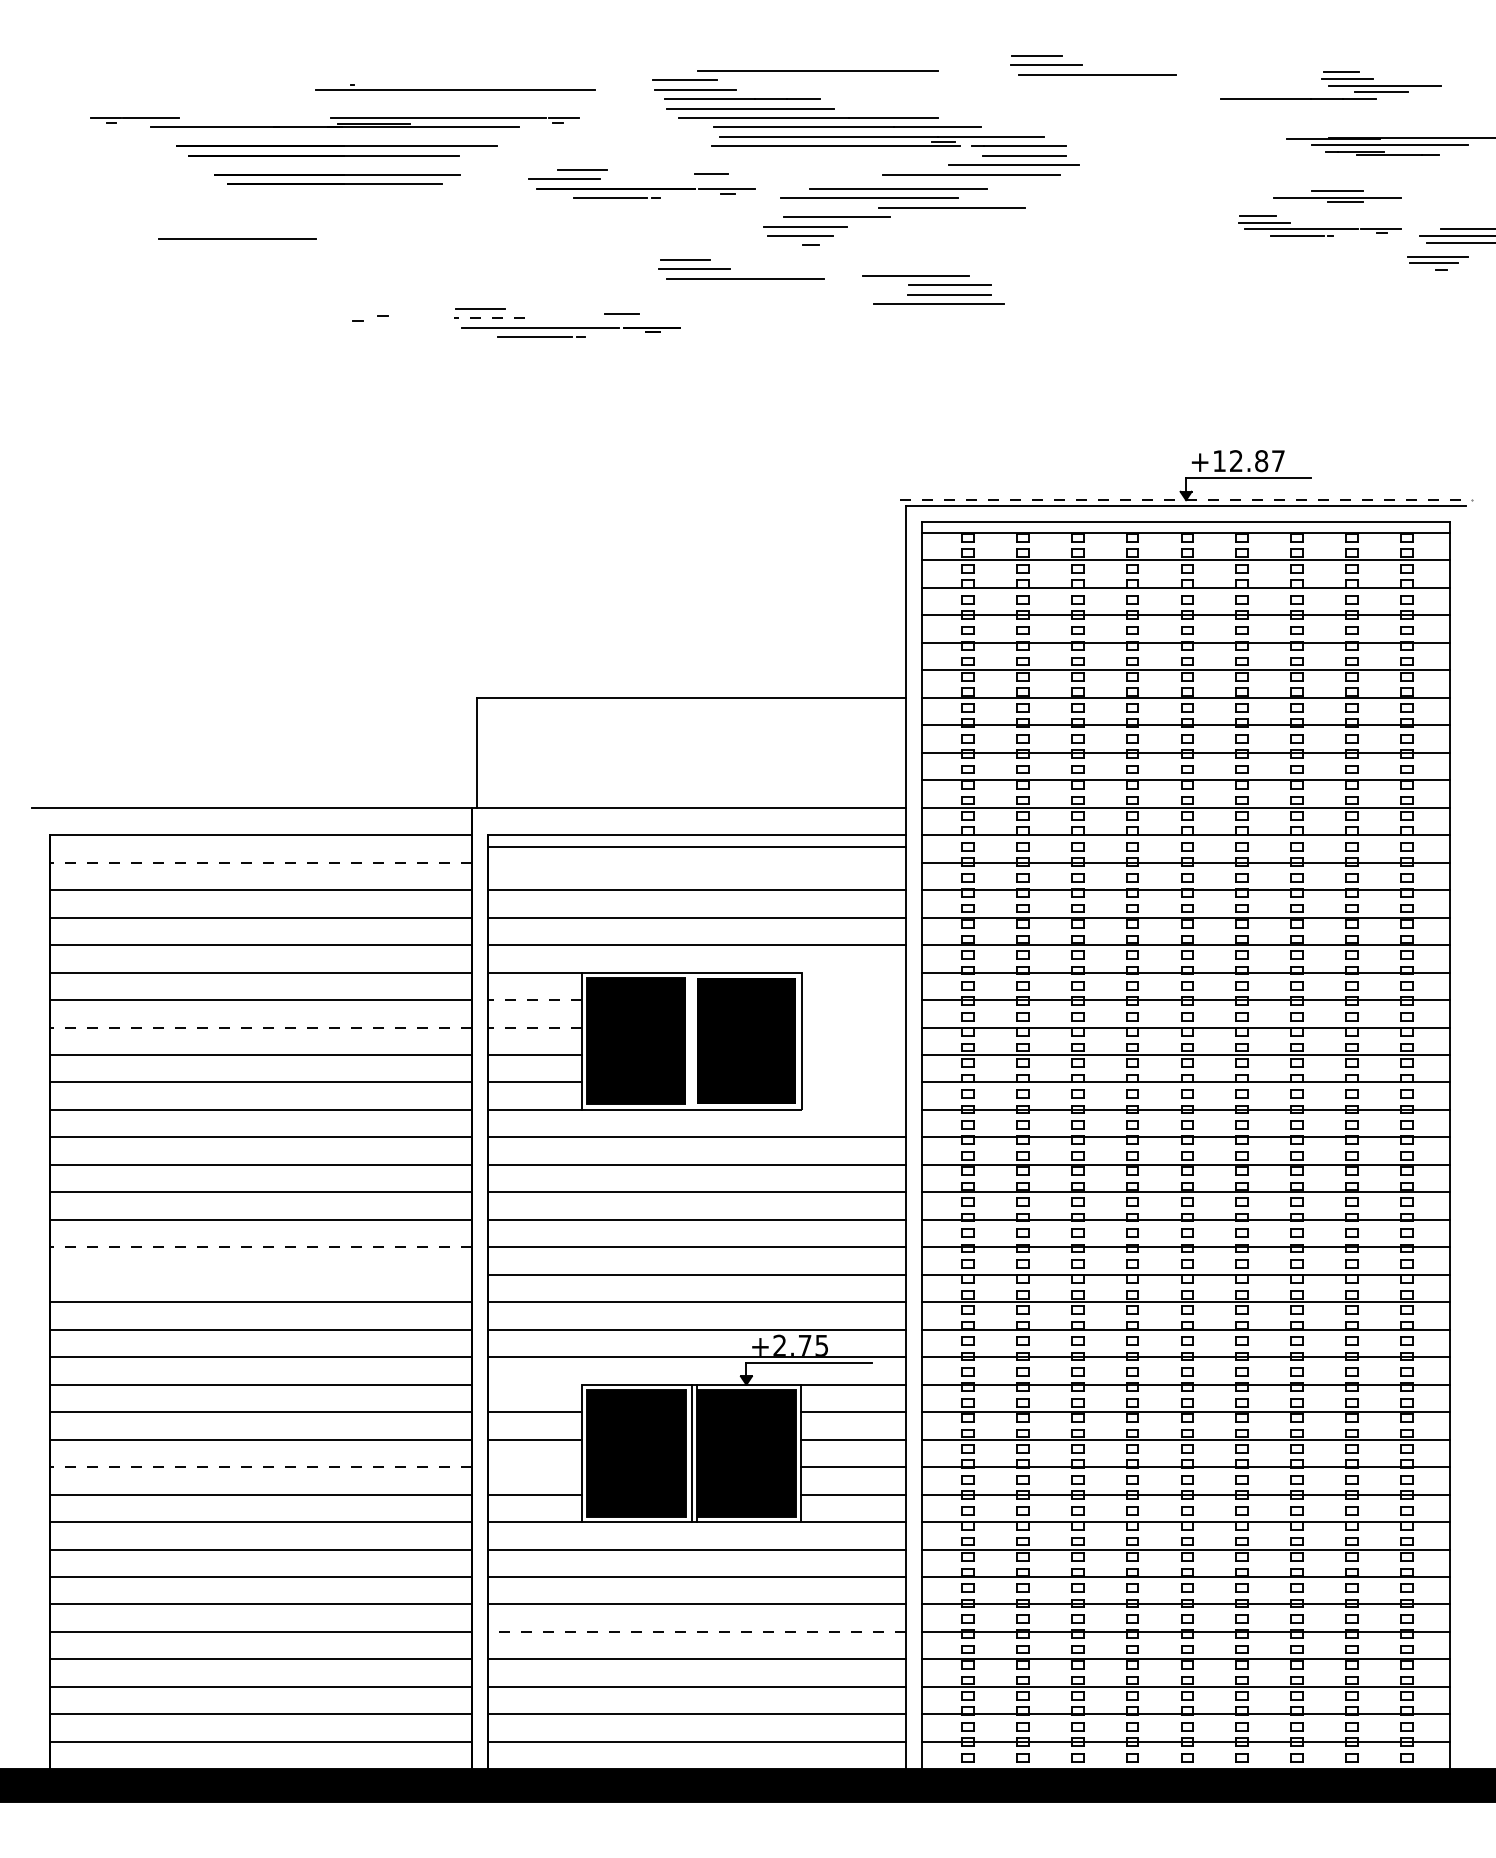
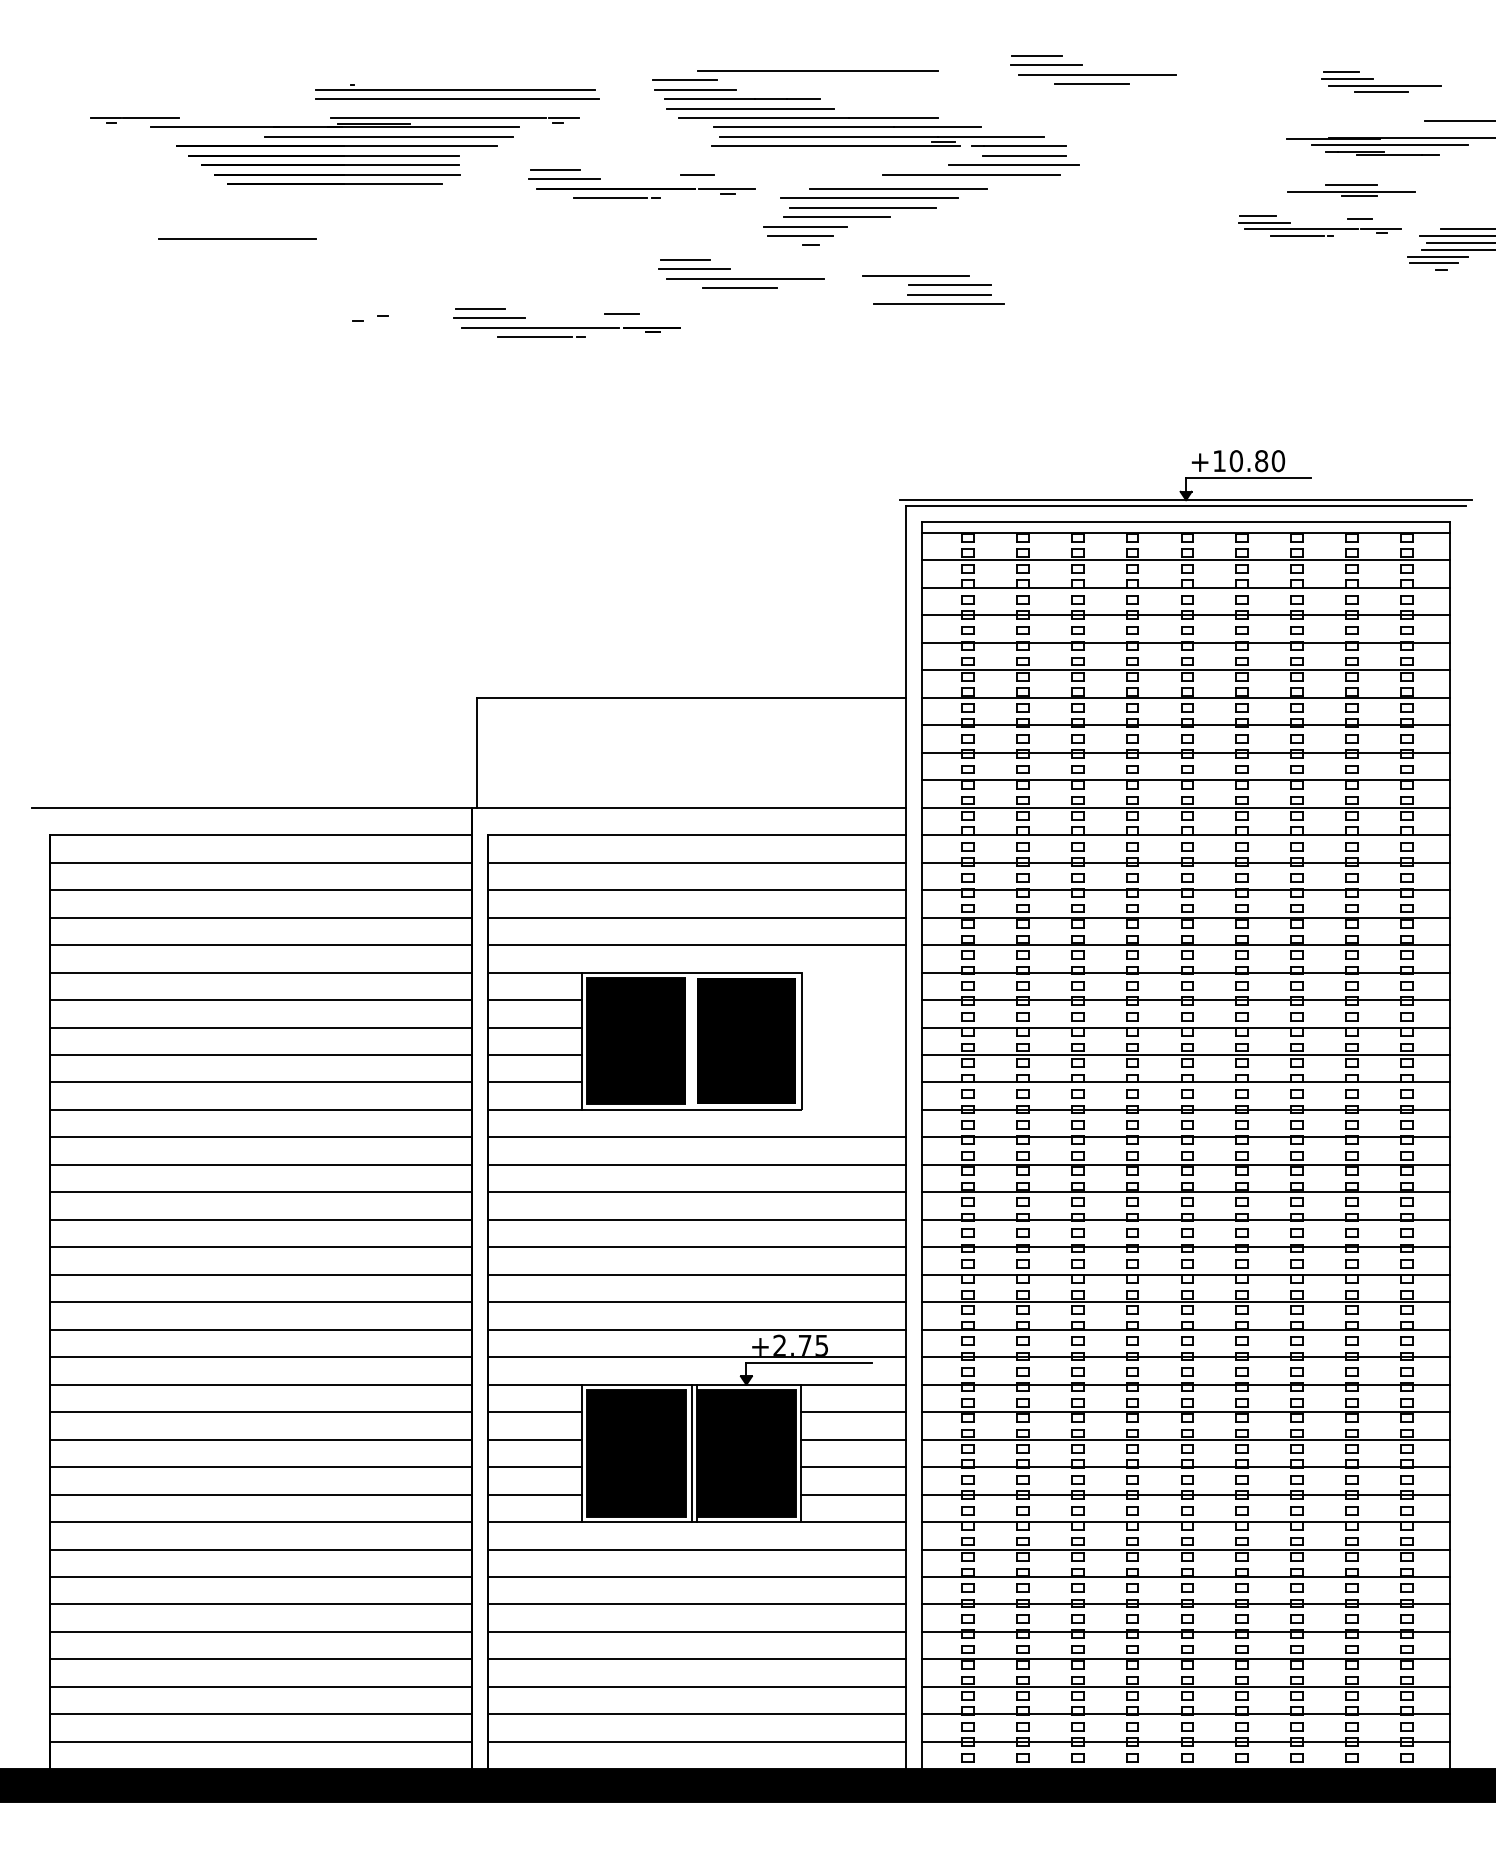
line at (1091, 84): none -> present
line at (1298, 98): present -> none
line at (457, 99): none -> present
line at (1458, 121): none -> present
line at (388, 136): none -> present
line at (330, 164): none -> present
line at (582, 169) position: (582, 169) -> (555, 169)
line at (711, 173) position: (711, 173) -> (697, 174)
part at (1337, 196) position: (1337, 196) -> (1351, 190)
line at (951, 207) position: (951, 207) -> (862, 207)
line at (1359, 219): none -> present
line at (1456, 249): none -> present
line at (739, 287): none -> present
line at (488, 318): dashed -> solid
text at (1257, 461): +12.87 -> +10.80
line at (1186, 500): dashed -> solid
line at (696, 846) position: (696, 846) -> (696, 862)
line at (260, 862): dashed -> solid
line at (535, 1000): dashed -> solid
line at (260, 1027): dashed -> solid
line at (535, 1027): dashed -> solid
line at (260, 1247): dashed -> solid
line at (260, 1274): none -> present
line at (534, 1384): none -> present
line at (260, 1467): dashed -> solid
line at (534, 1467): none -> present
line at (697, 1631): dashed -> solid
